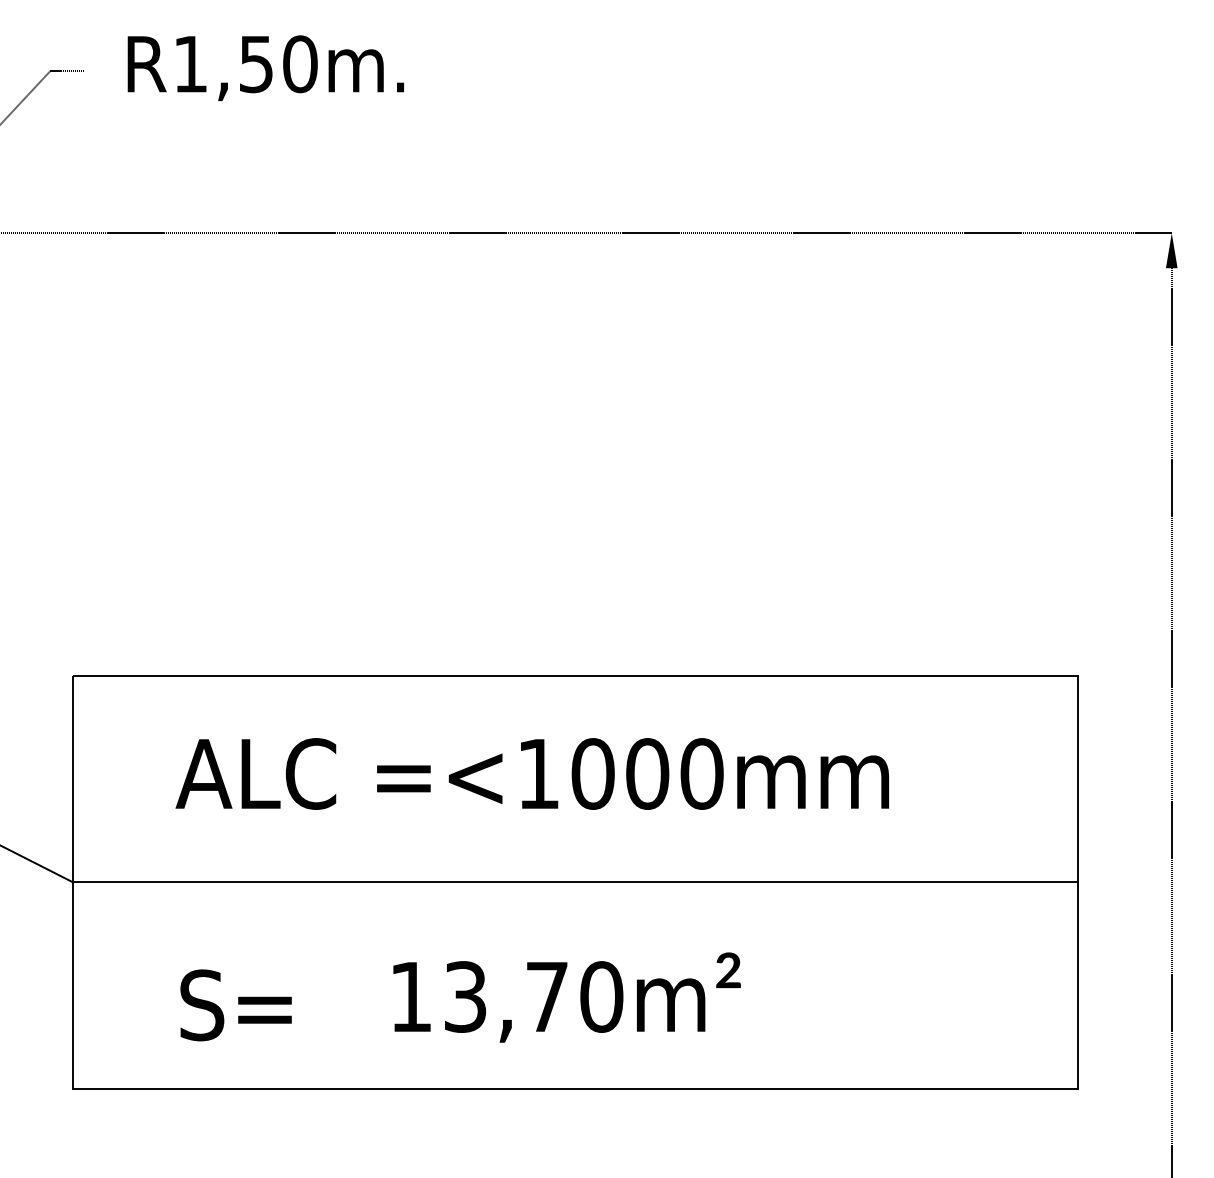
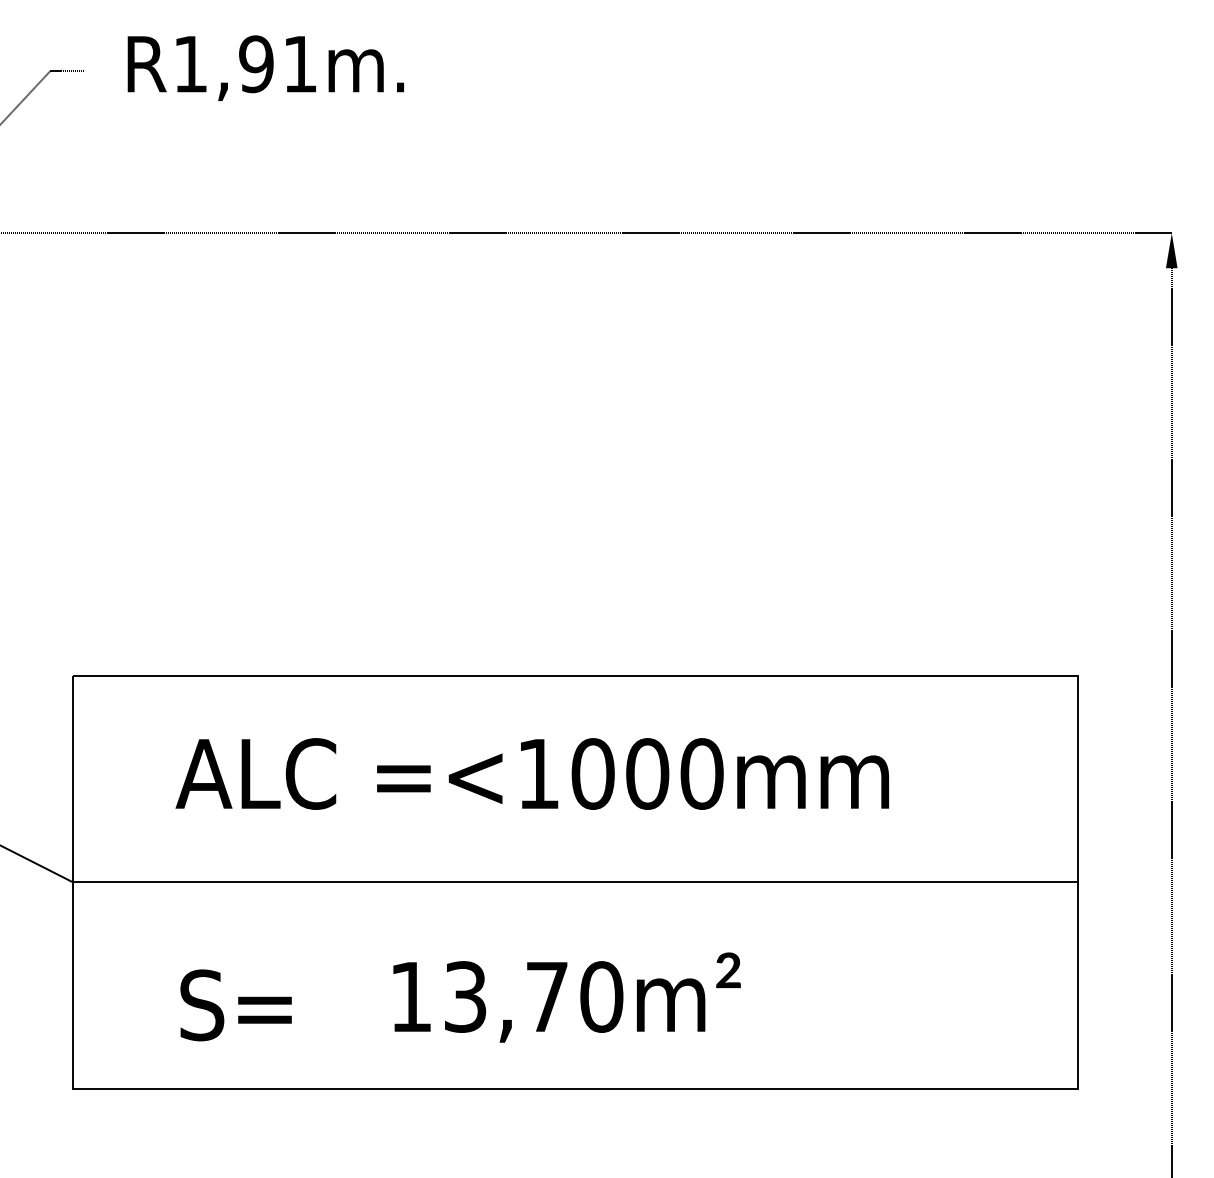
text at (278, 64): R1,50m. -> R1,91m.
